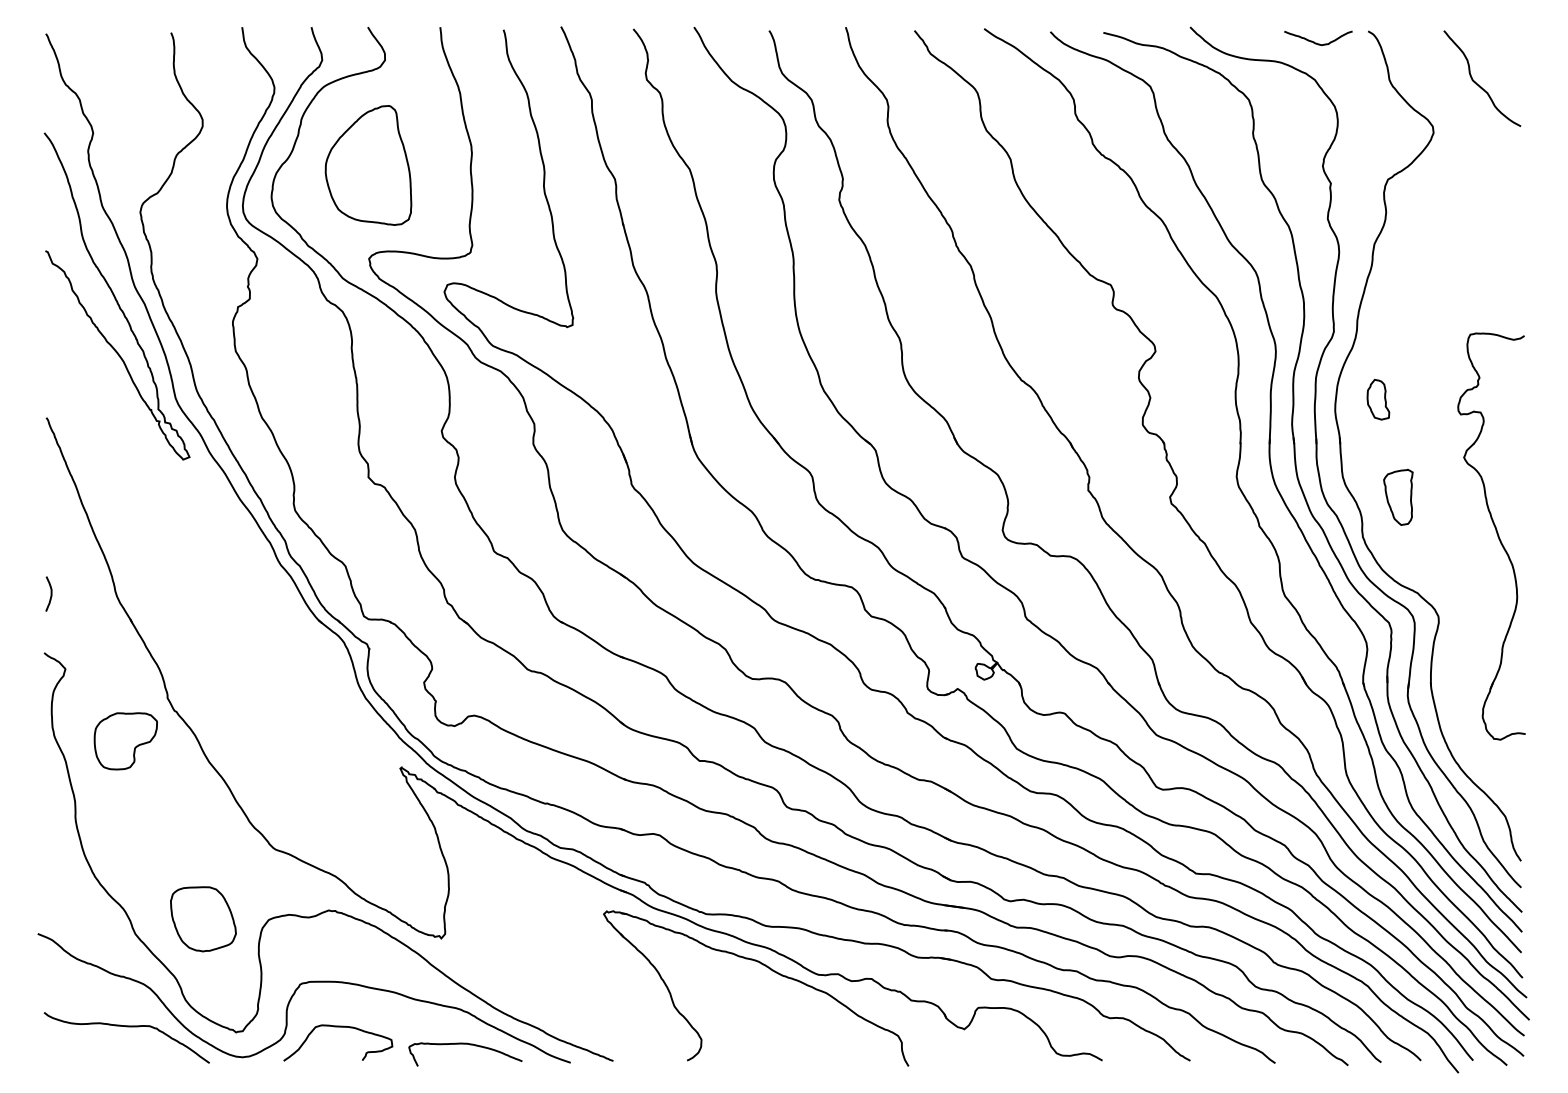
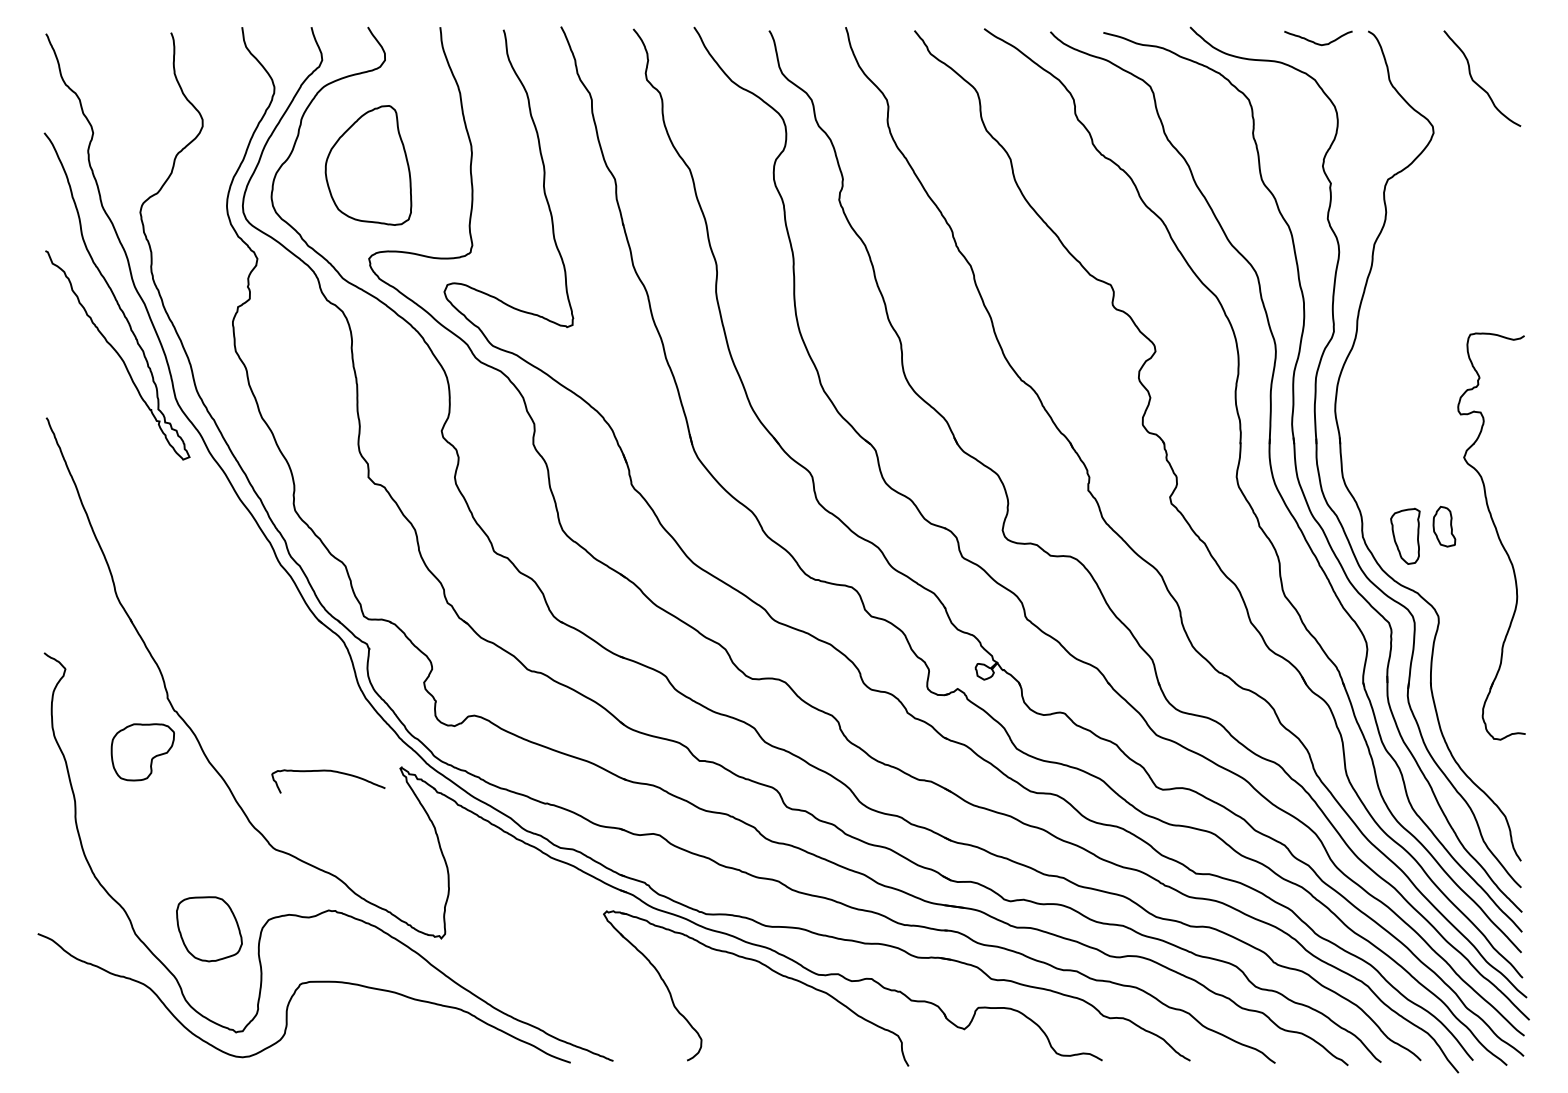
part at (1378, 399) position: (1378, 399) -> (1444, 526)
part at (1398, 496) position: (1398, 496) -> (1405, 535)
curve at (50, 593): present -> none
part at (125, 741) position: (125, 741) -> (142, 752)
part at (203, 919) position: (203, 919) -> (209, 929)
curve at (126, 1027): present -> none
curve at (338, 1027): present -> none
curve at (469, 1045) position: (469, 1045) -> (332, 772)
